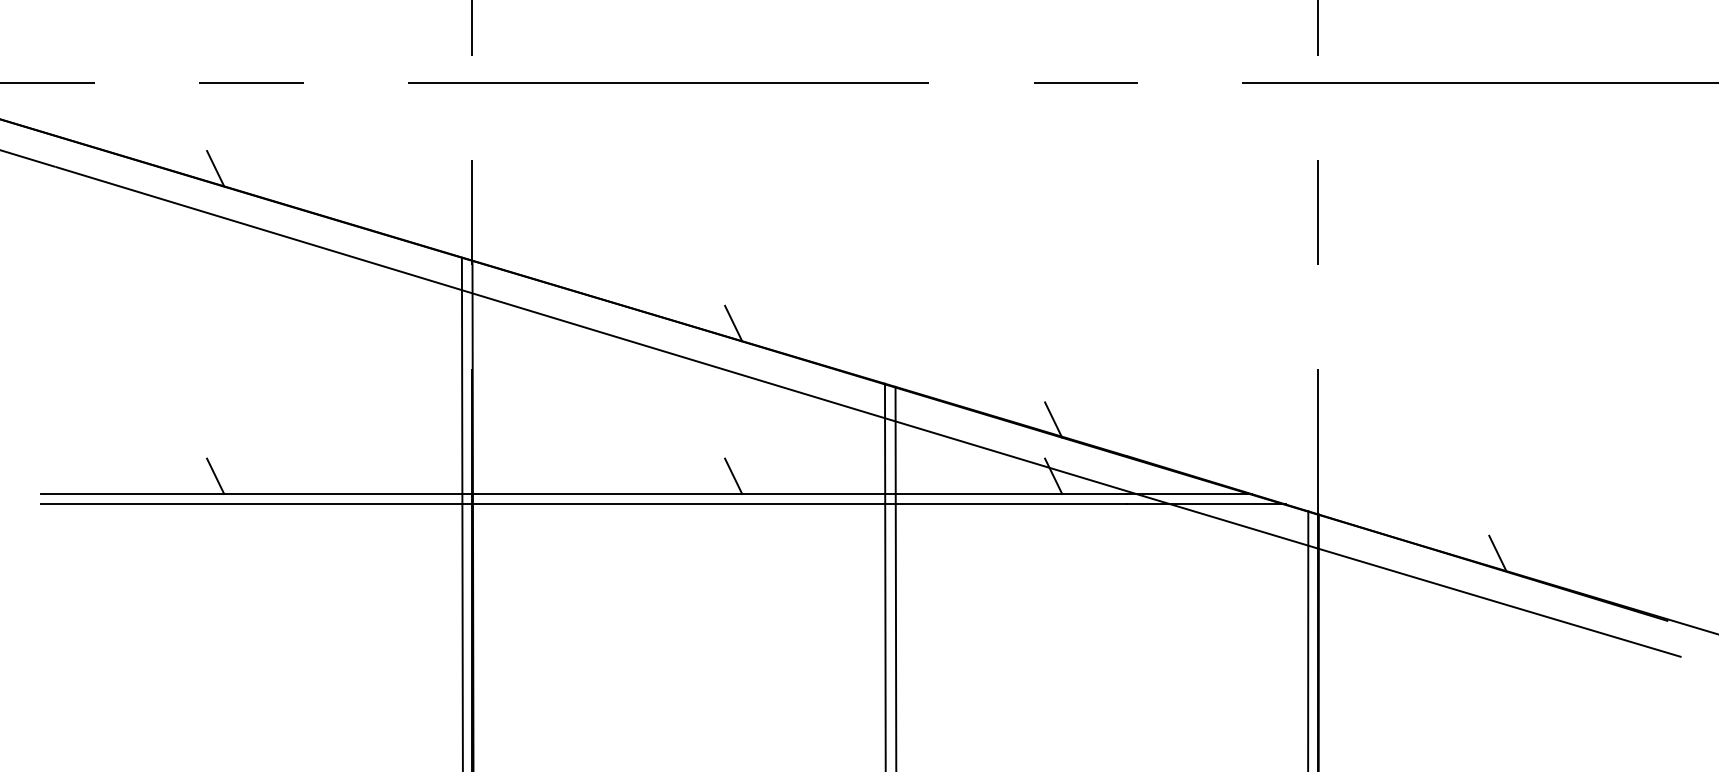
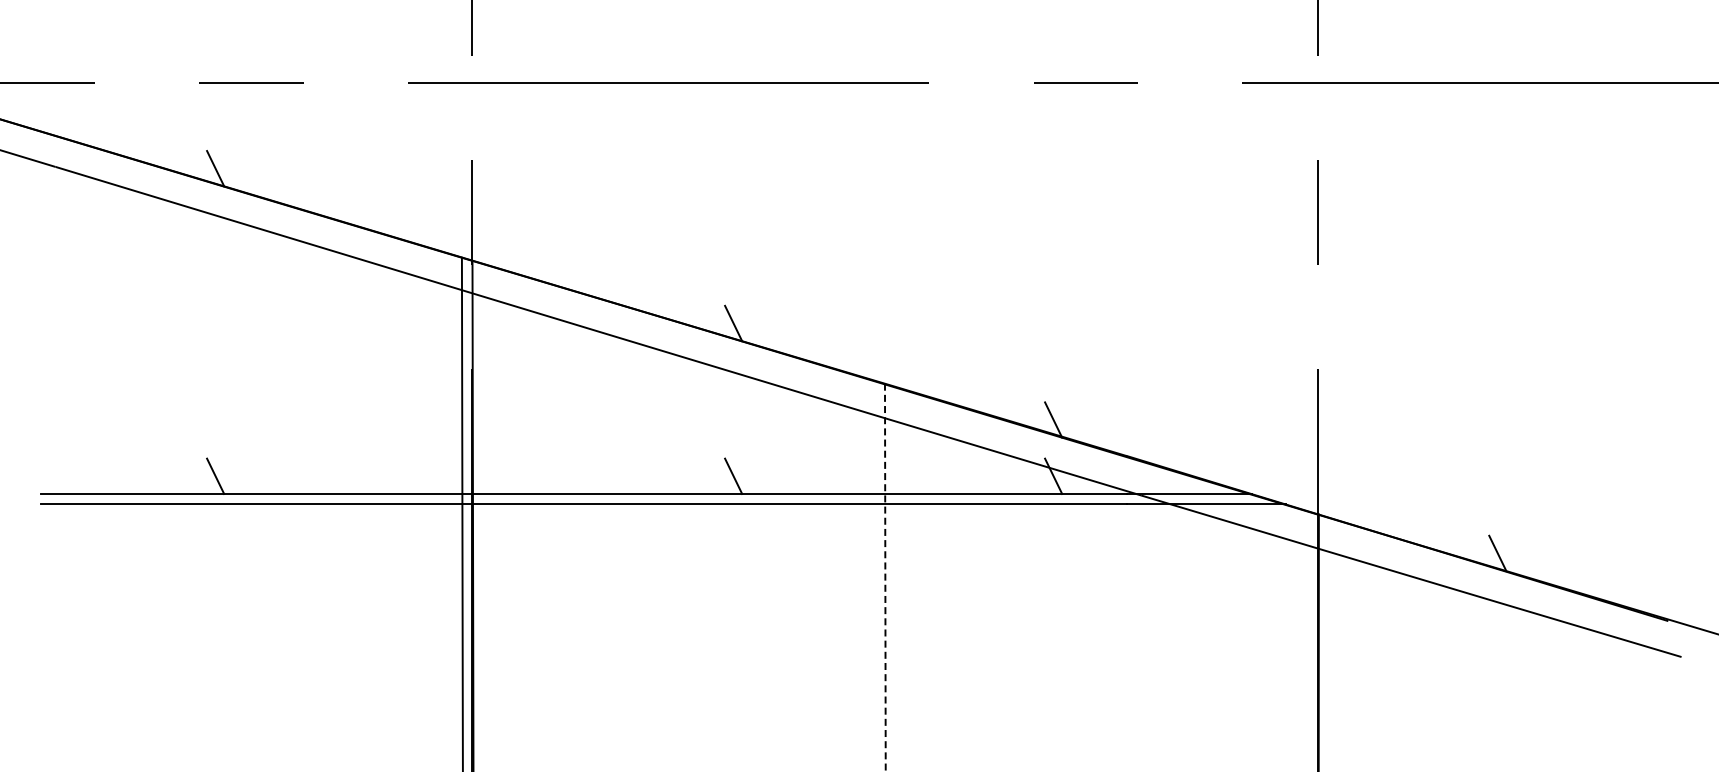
line at (885, 577): solid -> dashed
line at (895, 577): present -> none
line at (1308, 639): present -> none
